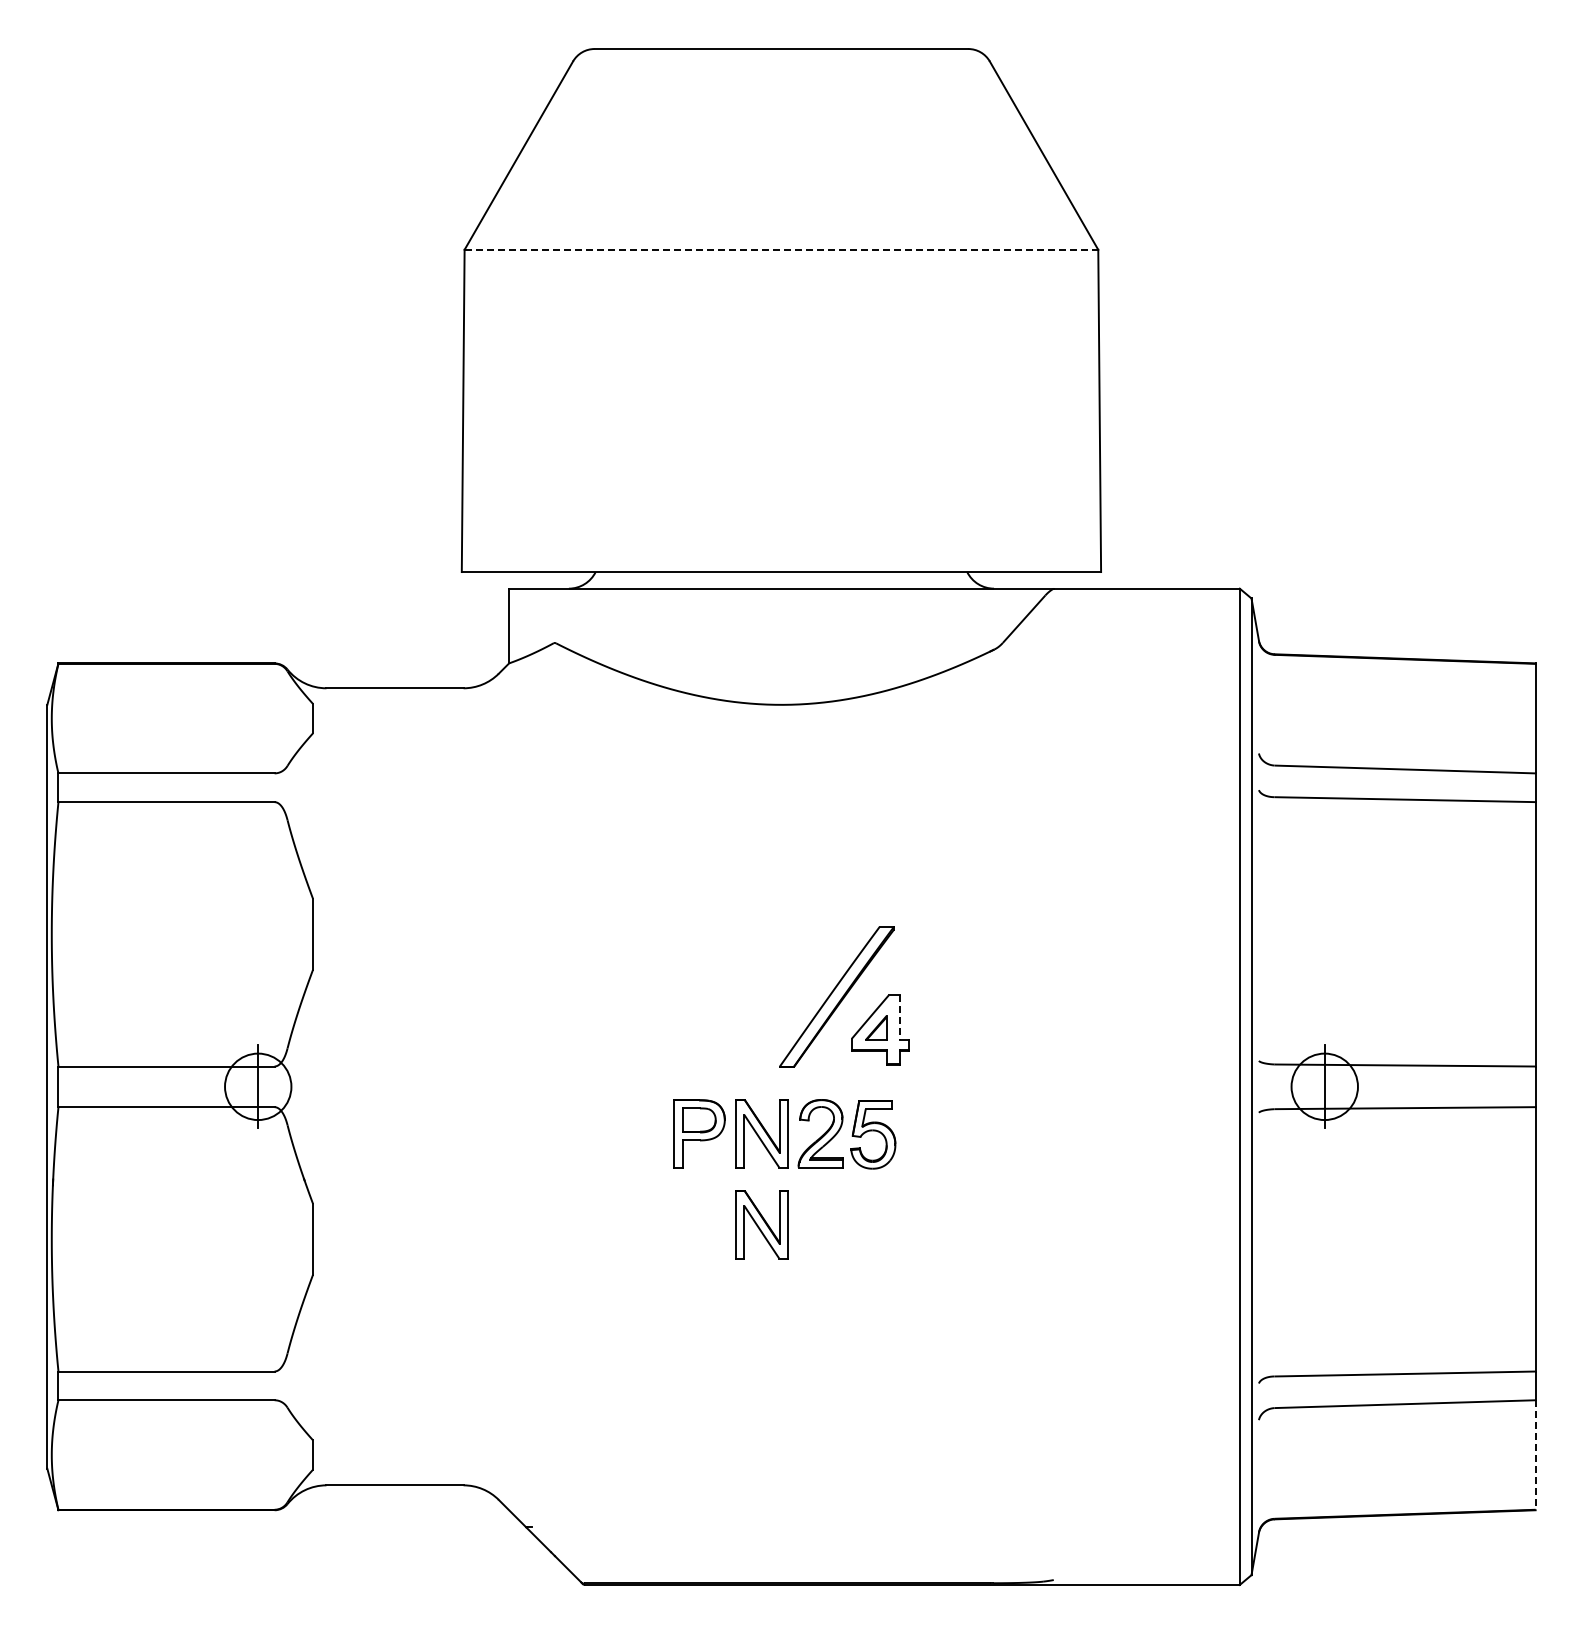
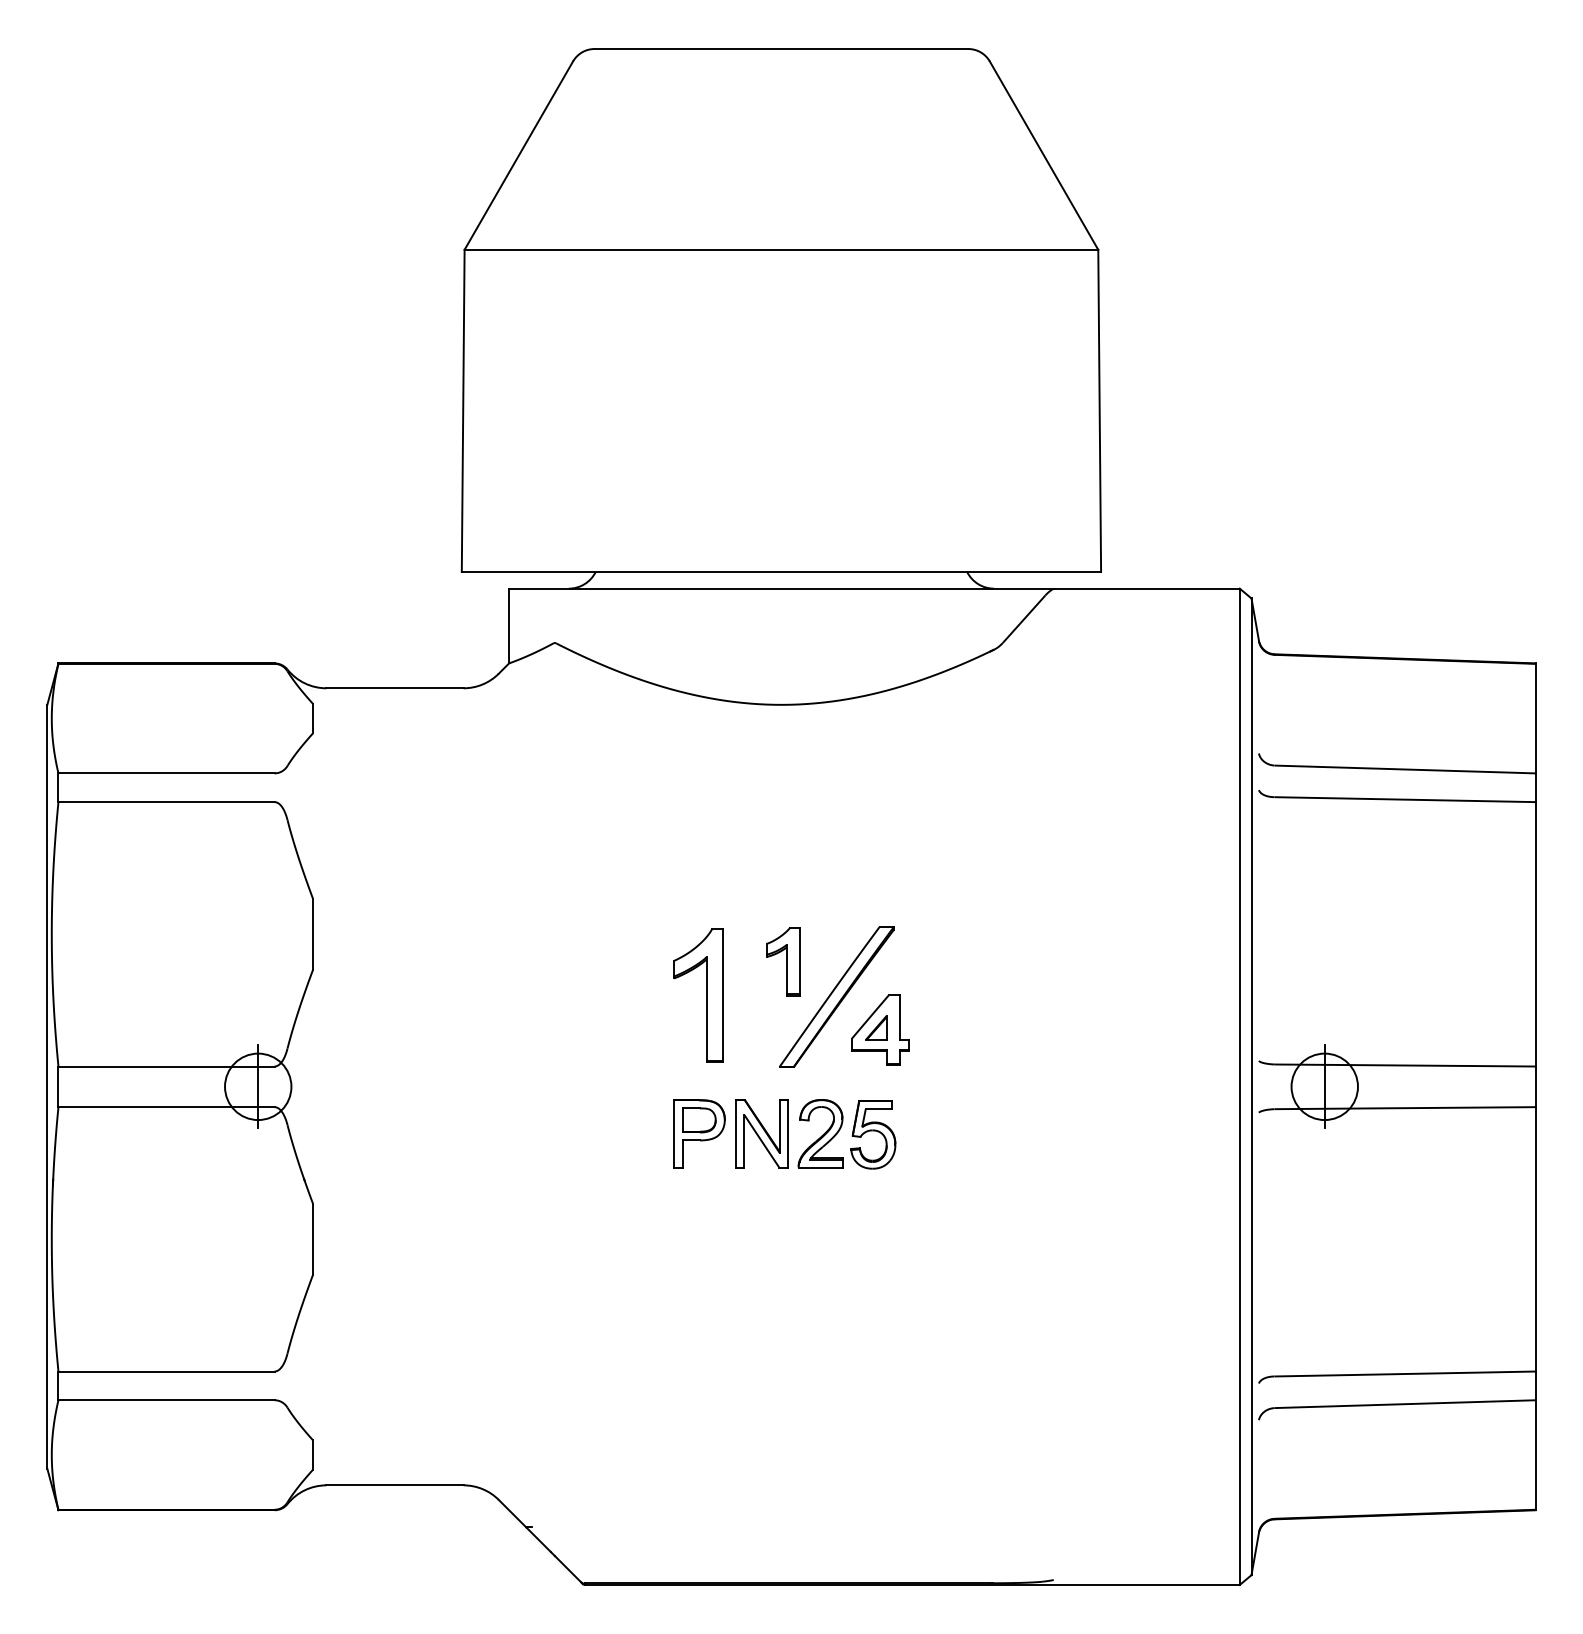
line at (781, 249): dashed -> solid
part at (783, 961): none -> present
part at (706, 995): none -> present
line at (899, 1018): dashed -> solid
part at (761, 1224): present -> none
line at (1535, 1455): dashed -> solid
